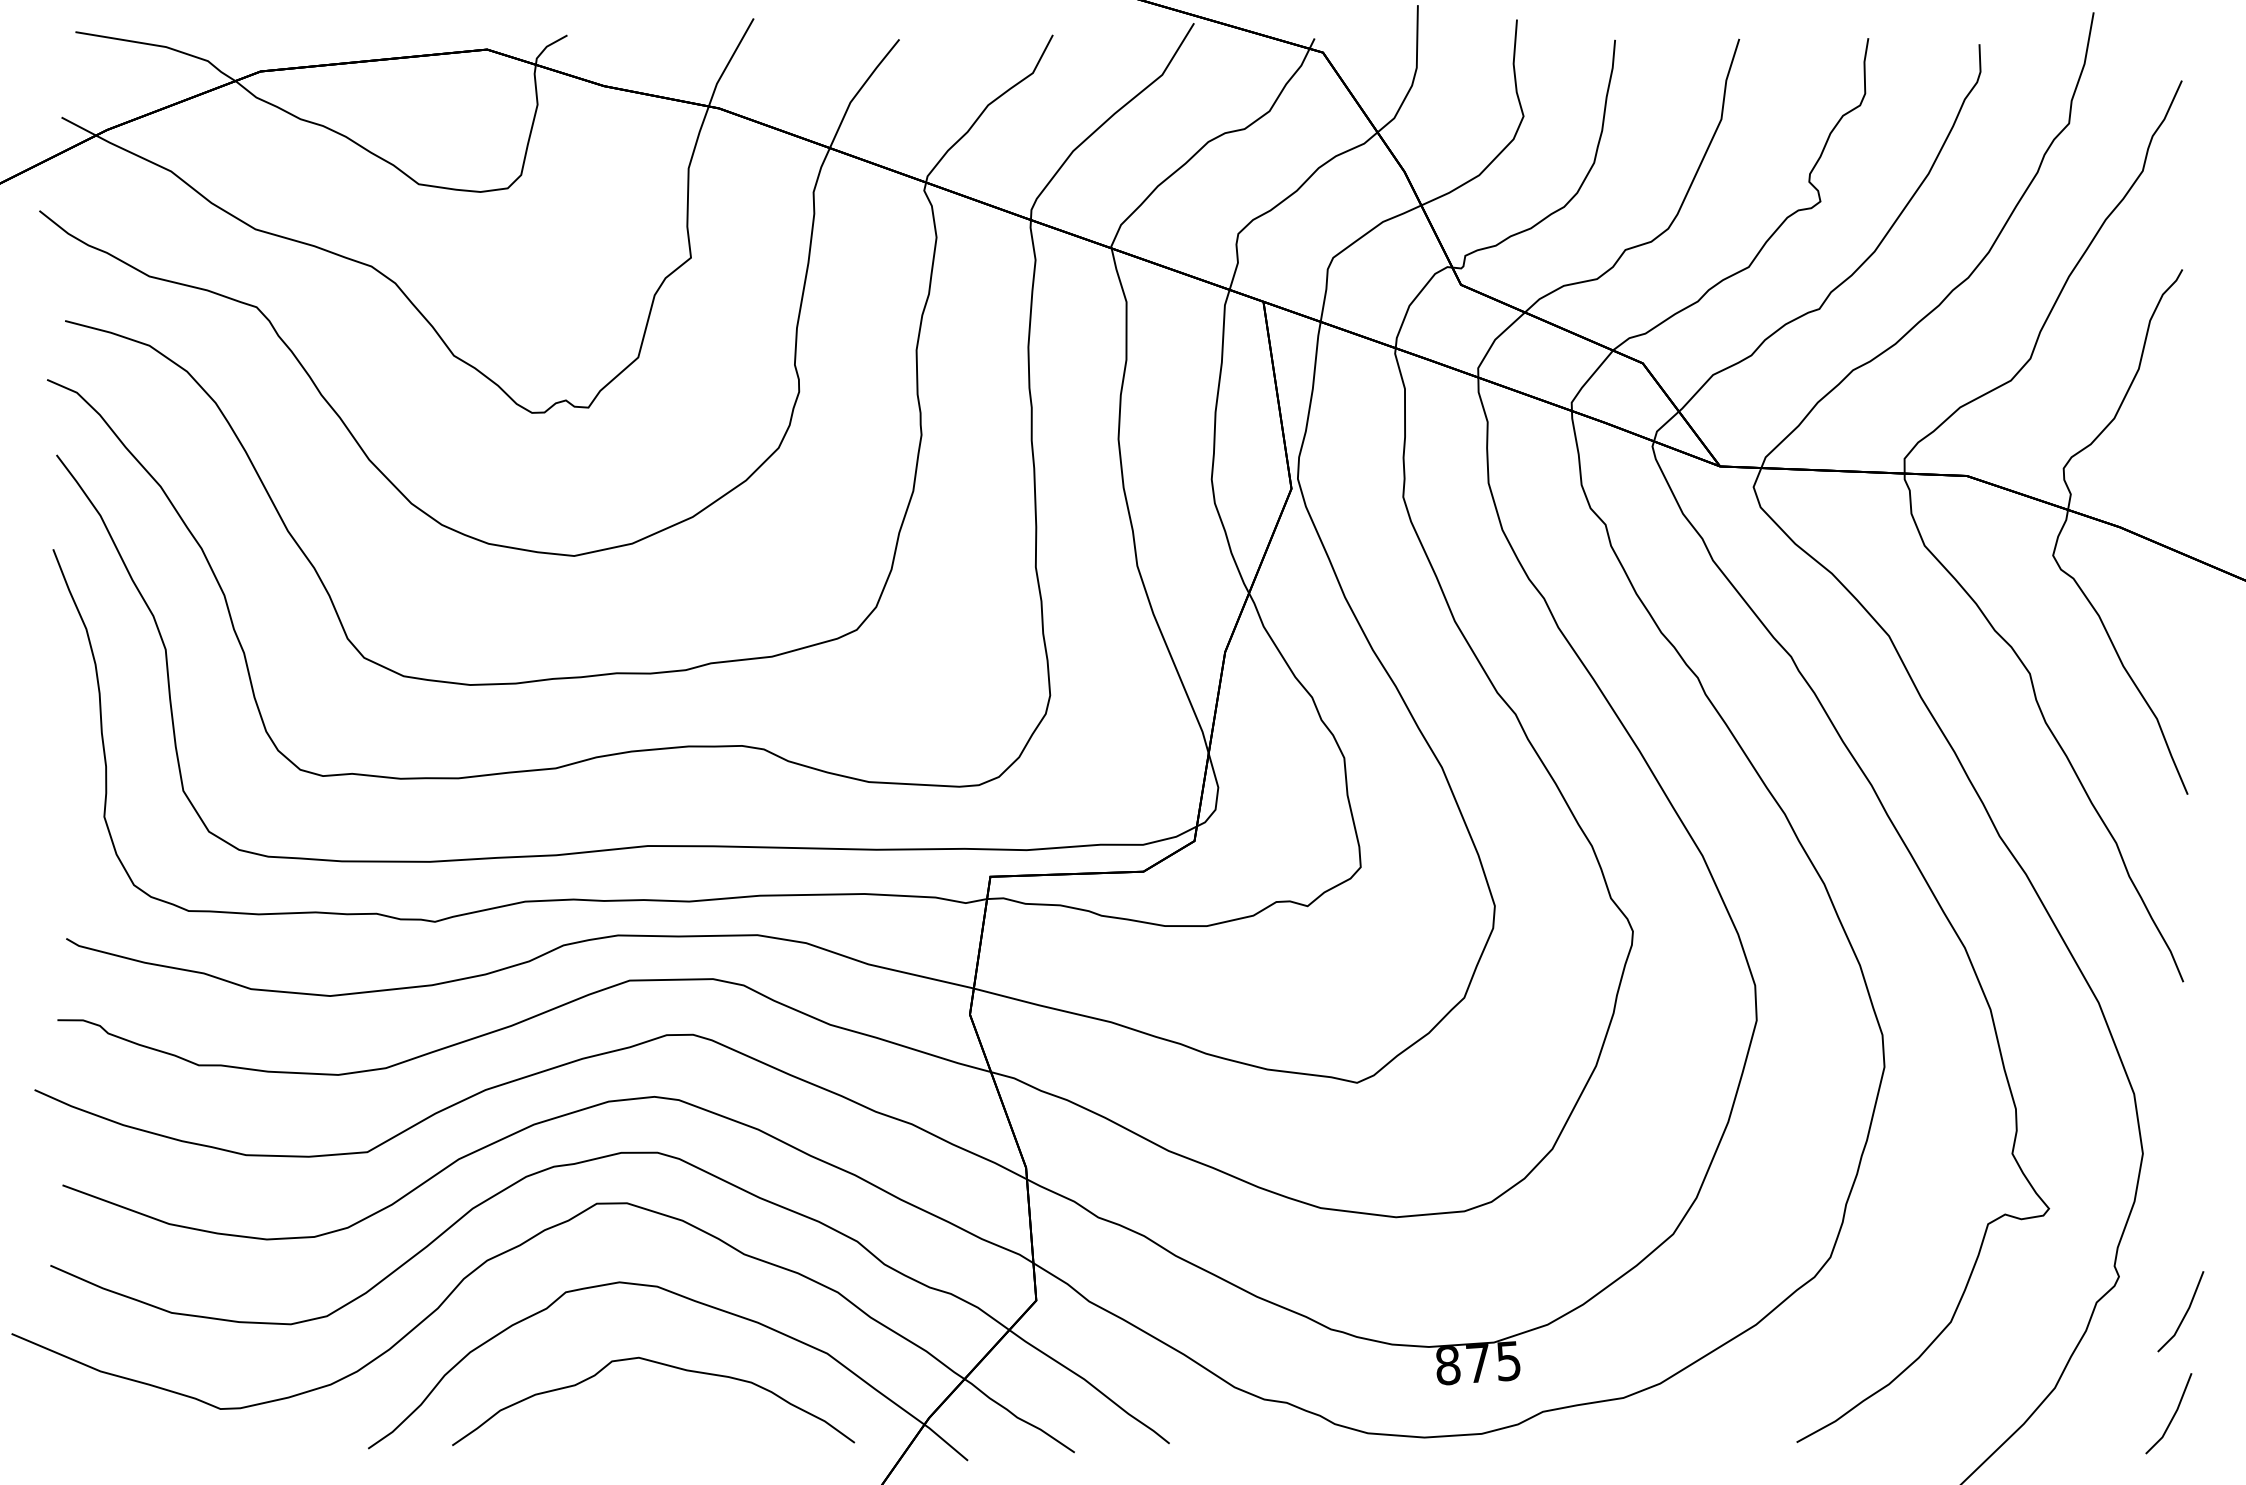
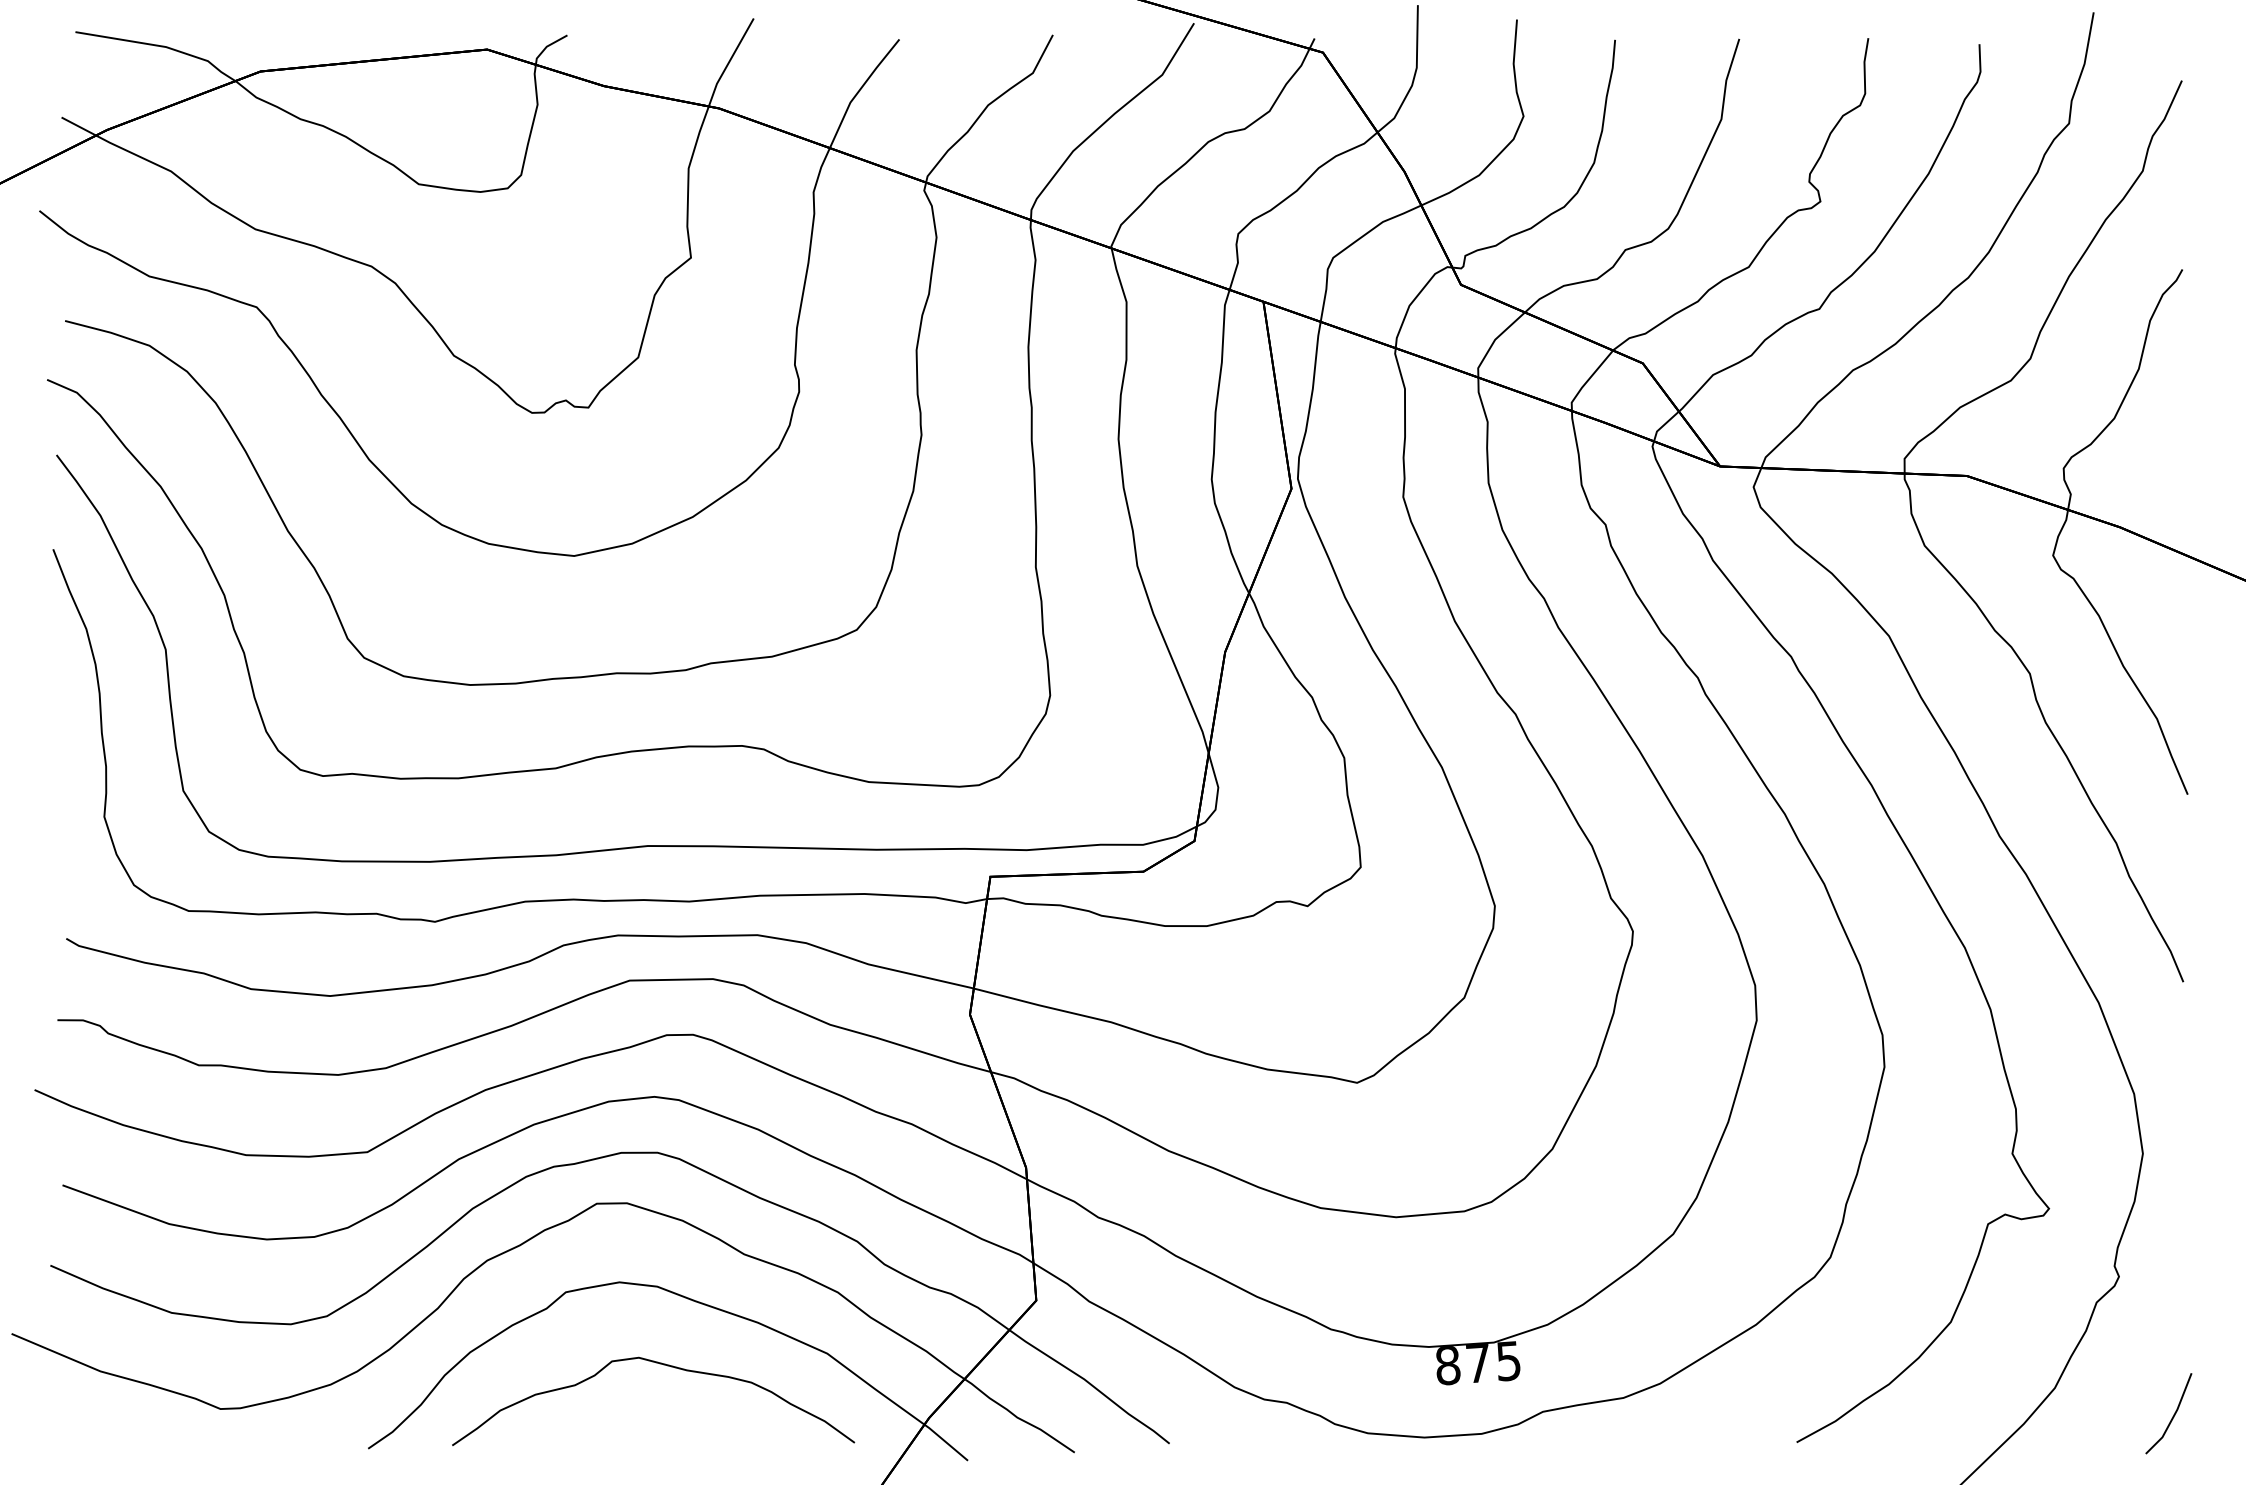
line at (2184, 1314): present -> none
